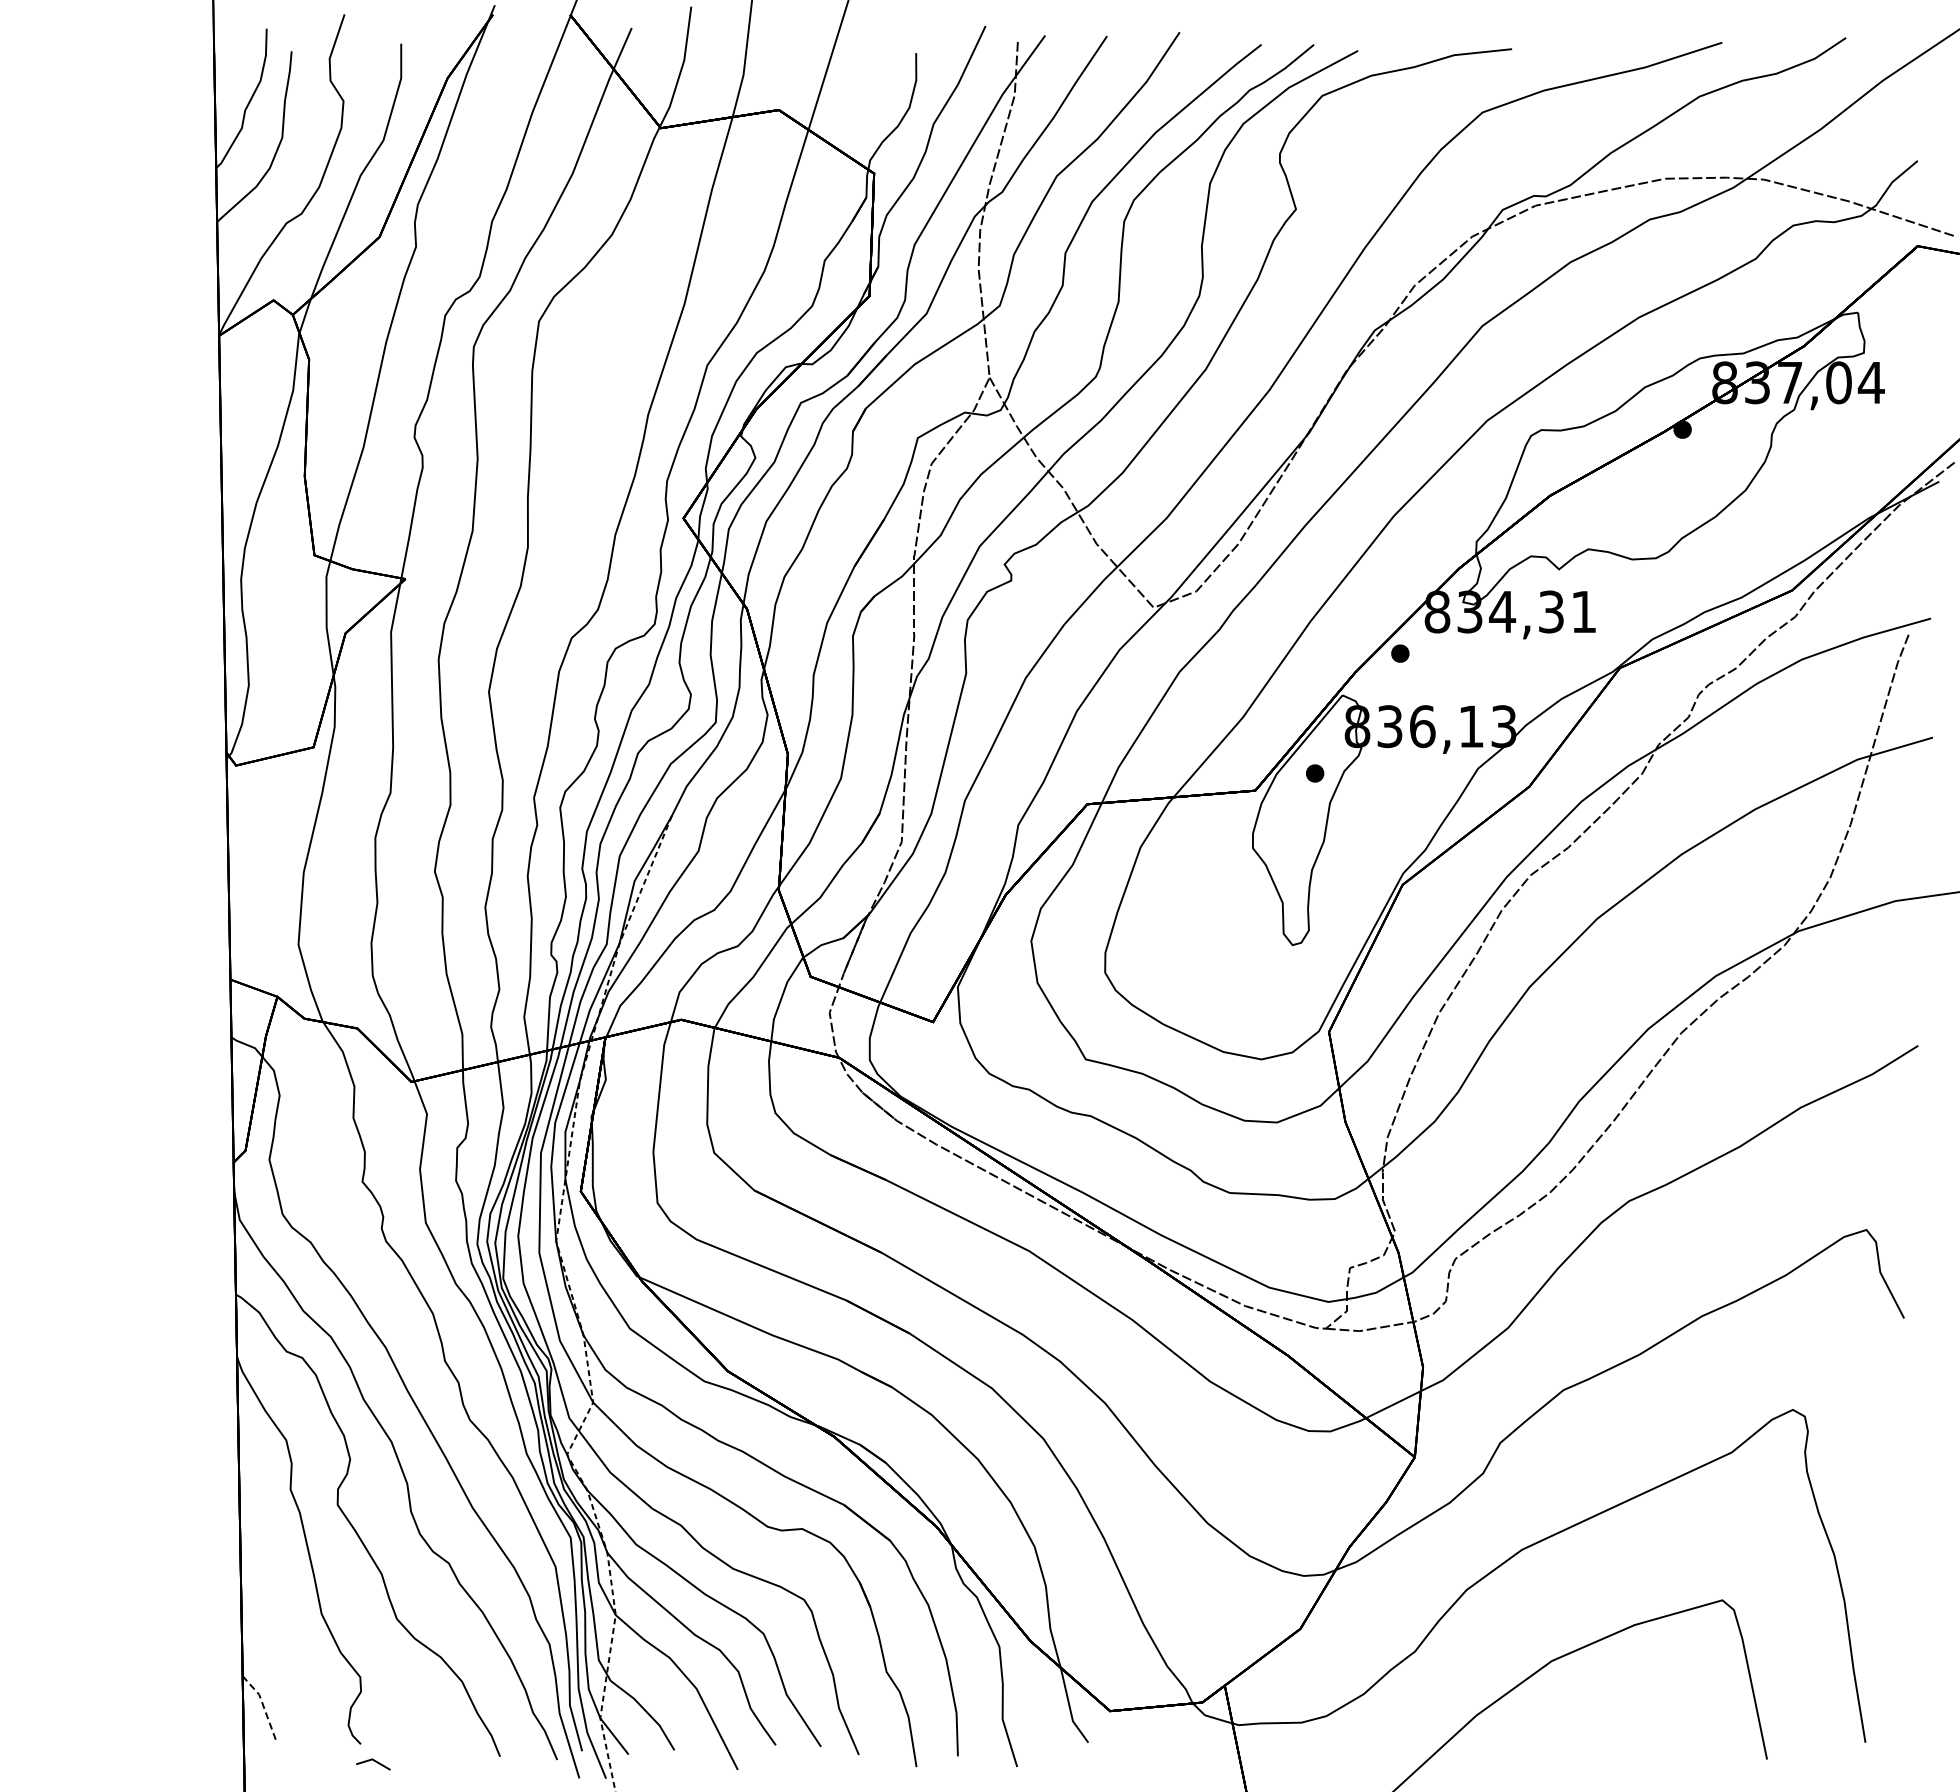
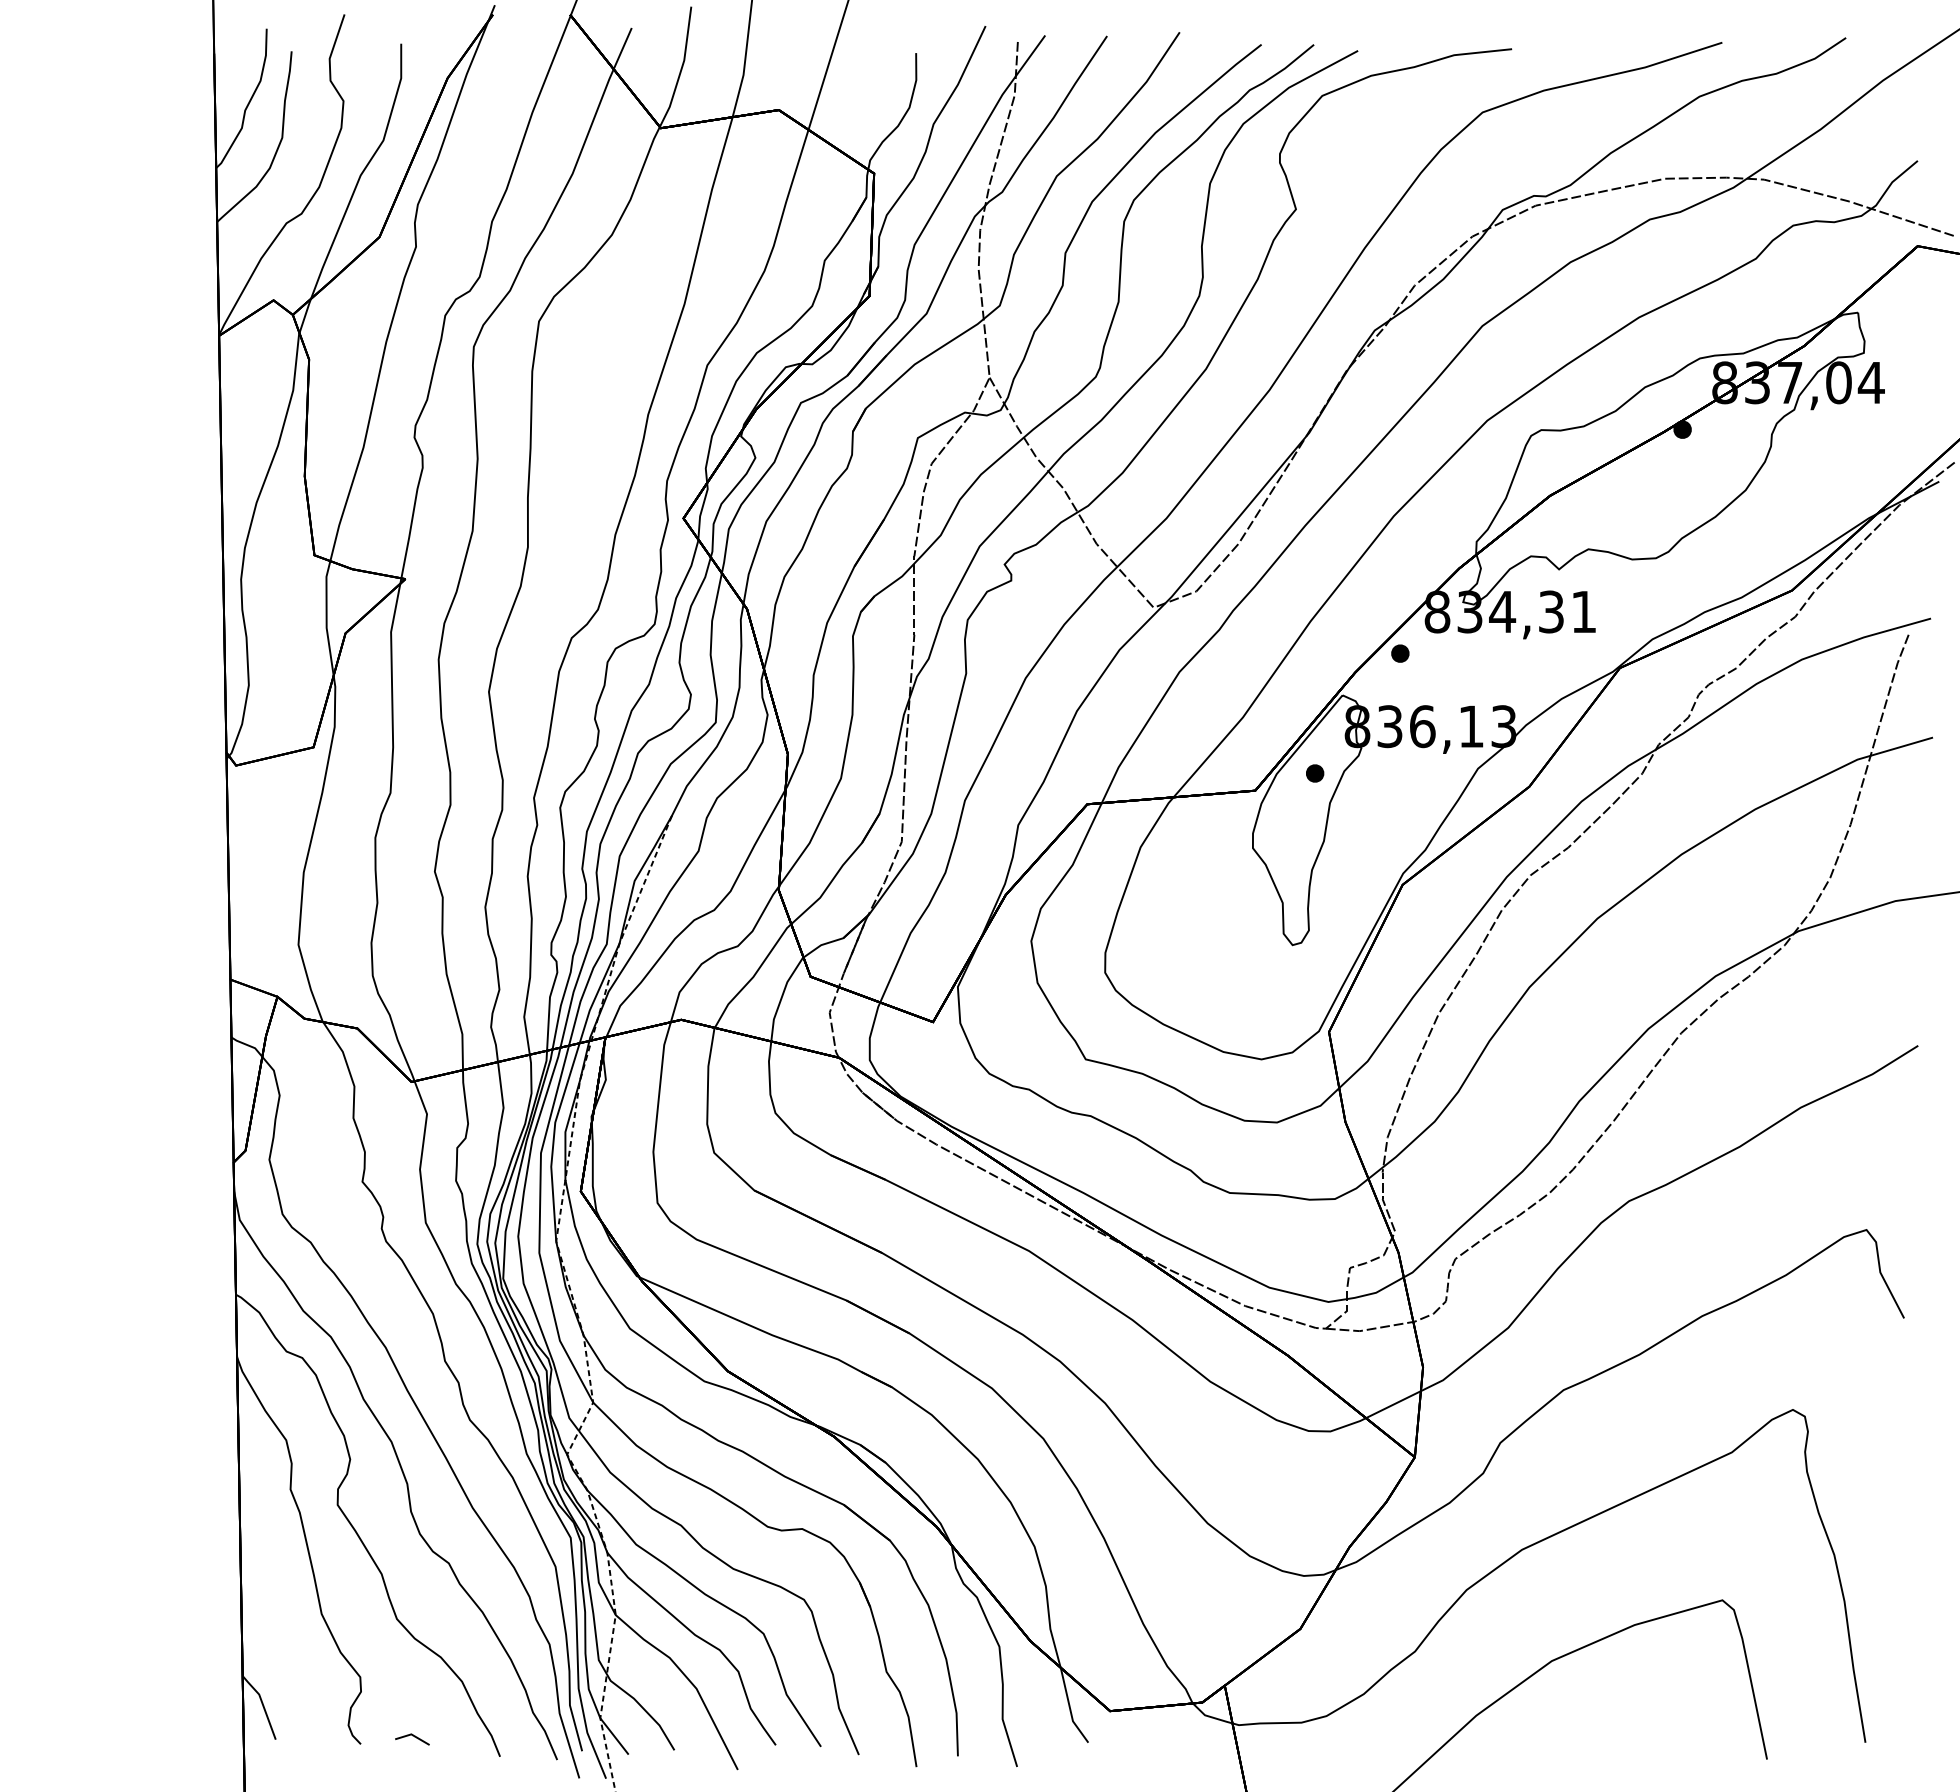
line at (262, 1704): dashed -> solid
line at (375, 1762) position: (375, 1762) -> (414, 1737)
